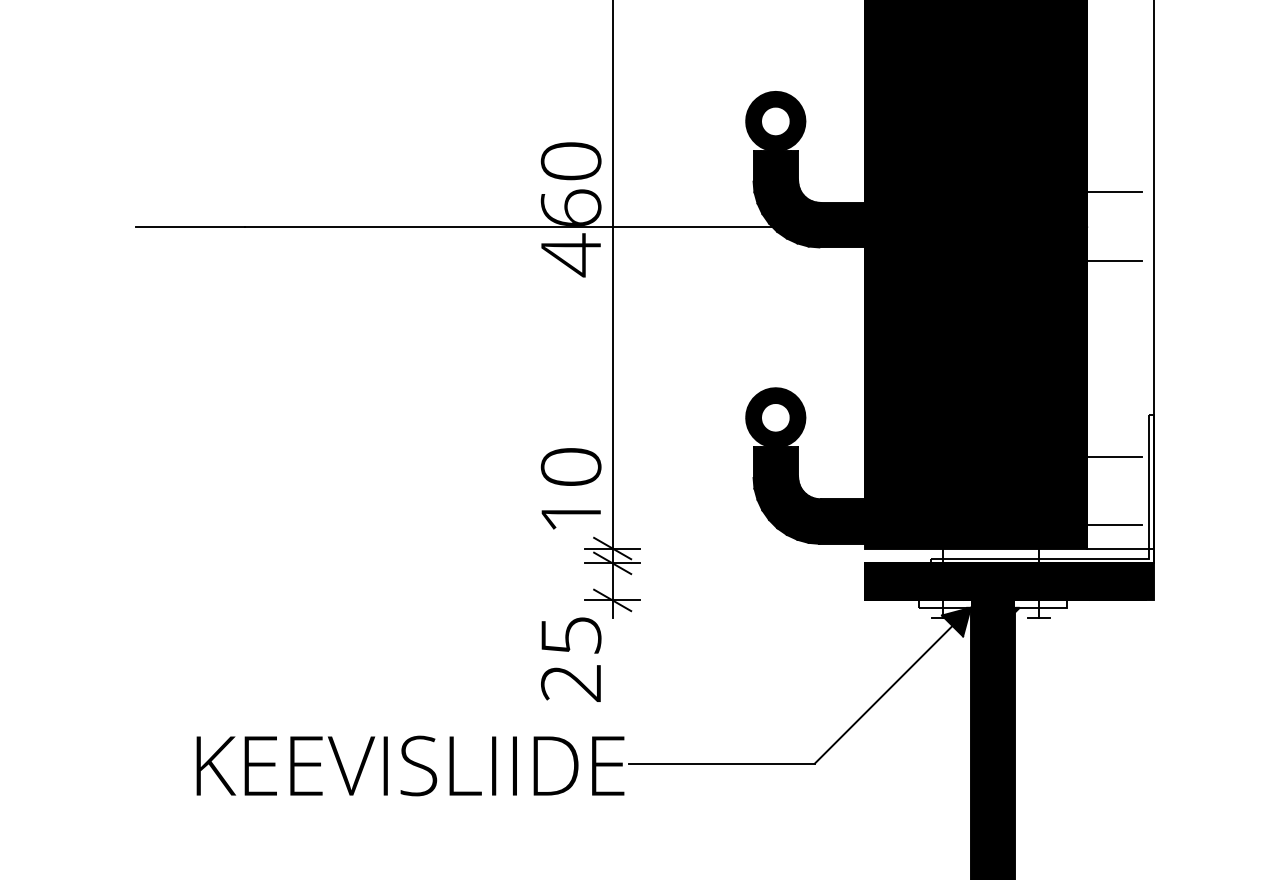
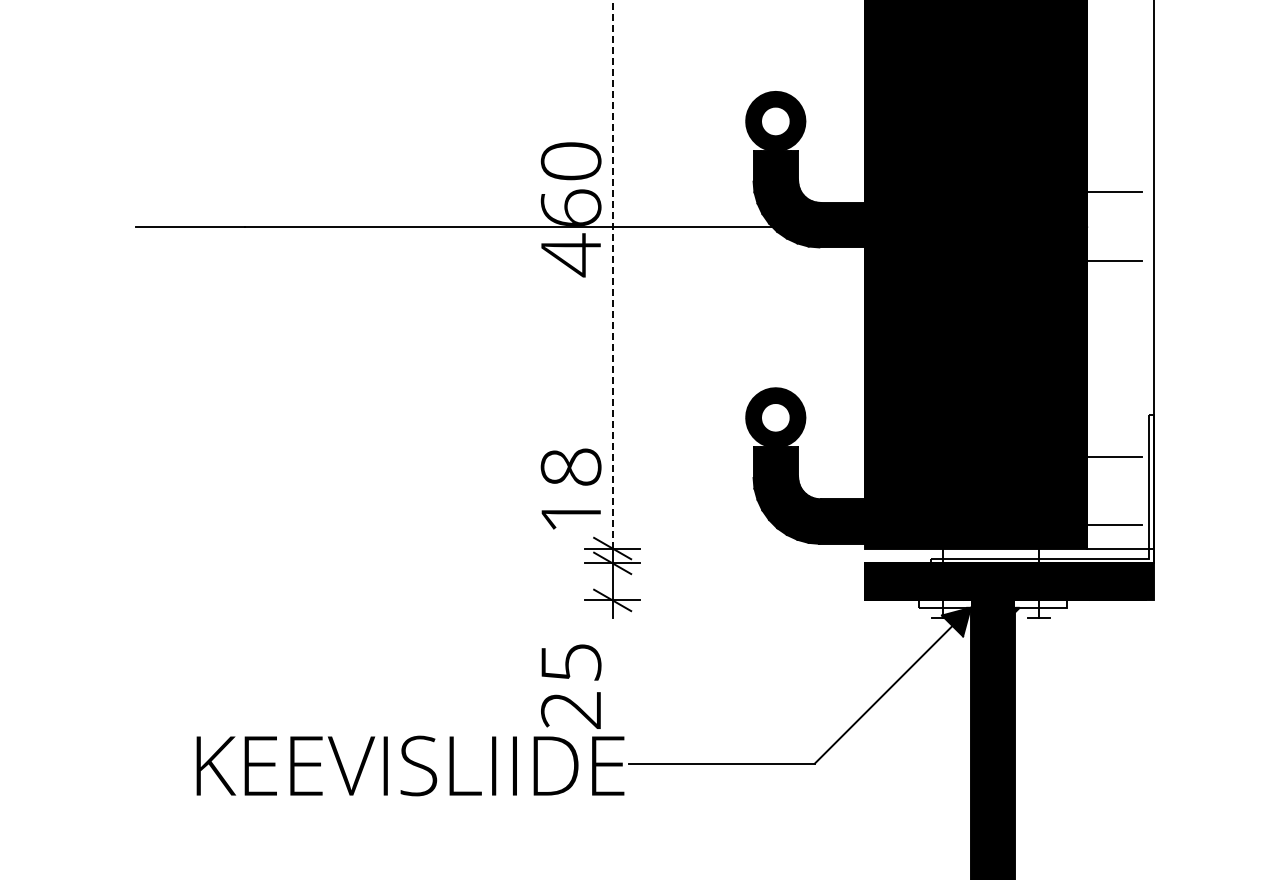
line at (612, 274): solid -> dashed
text at (570, 466): 10 -> 18
text at (571, 659) position: (571, 659) -> (571, 686)
